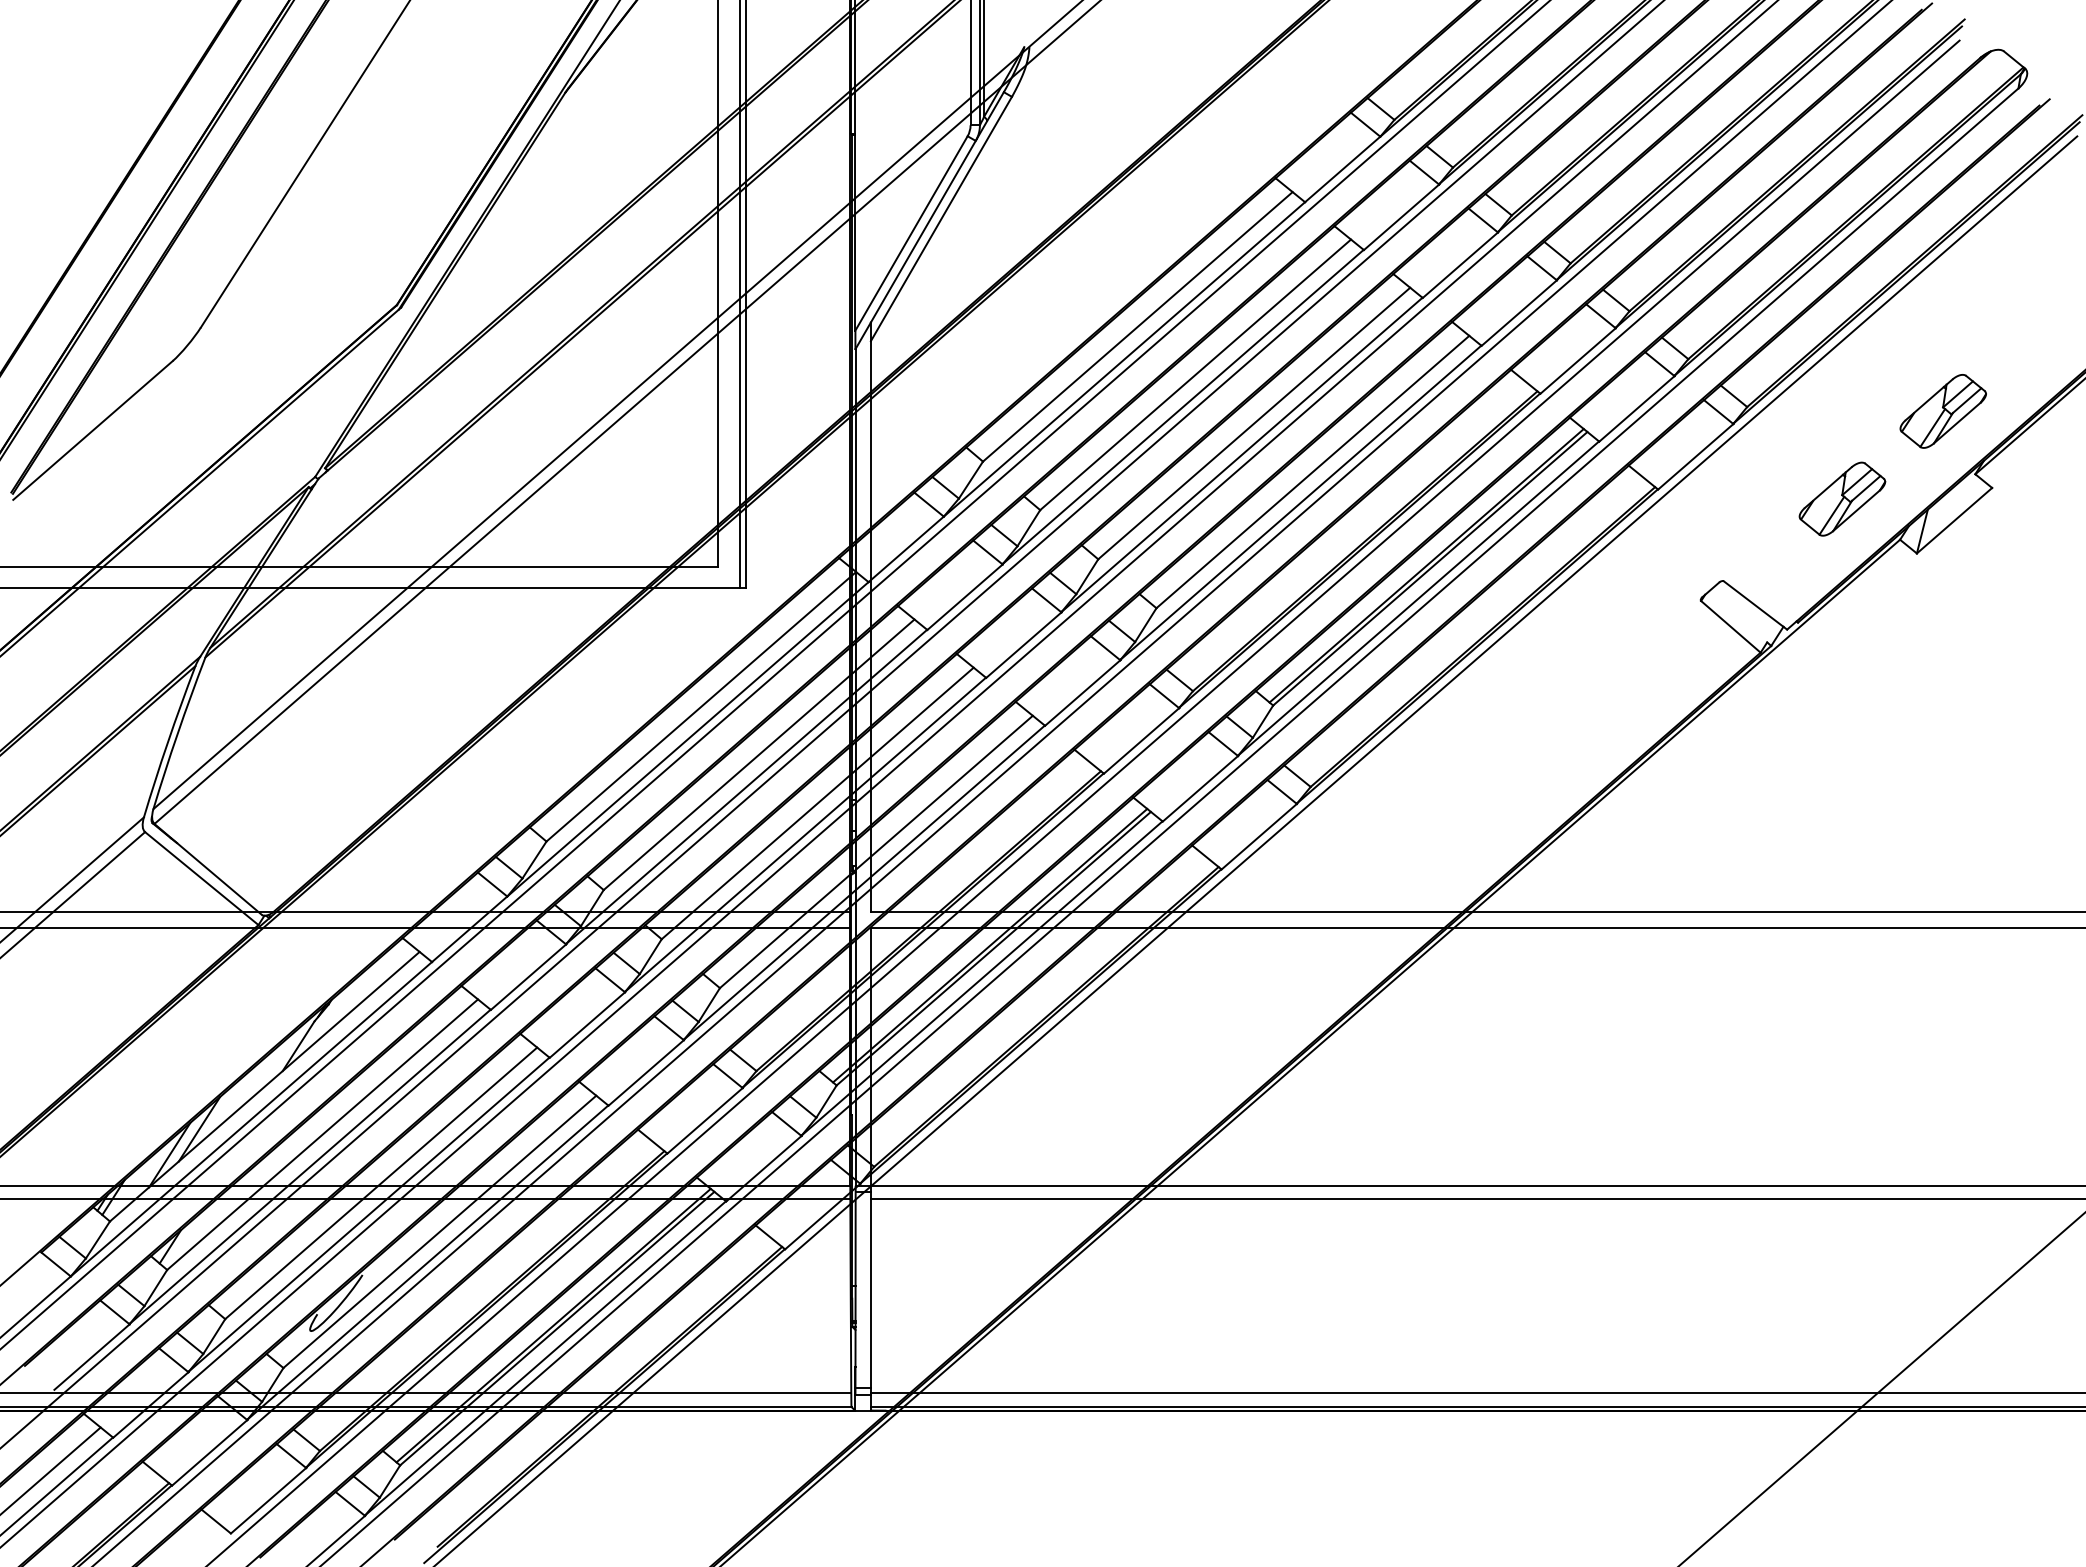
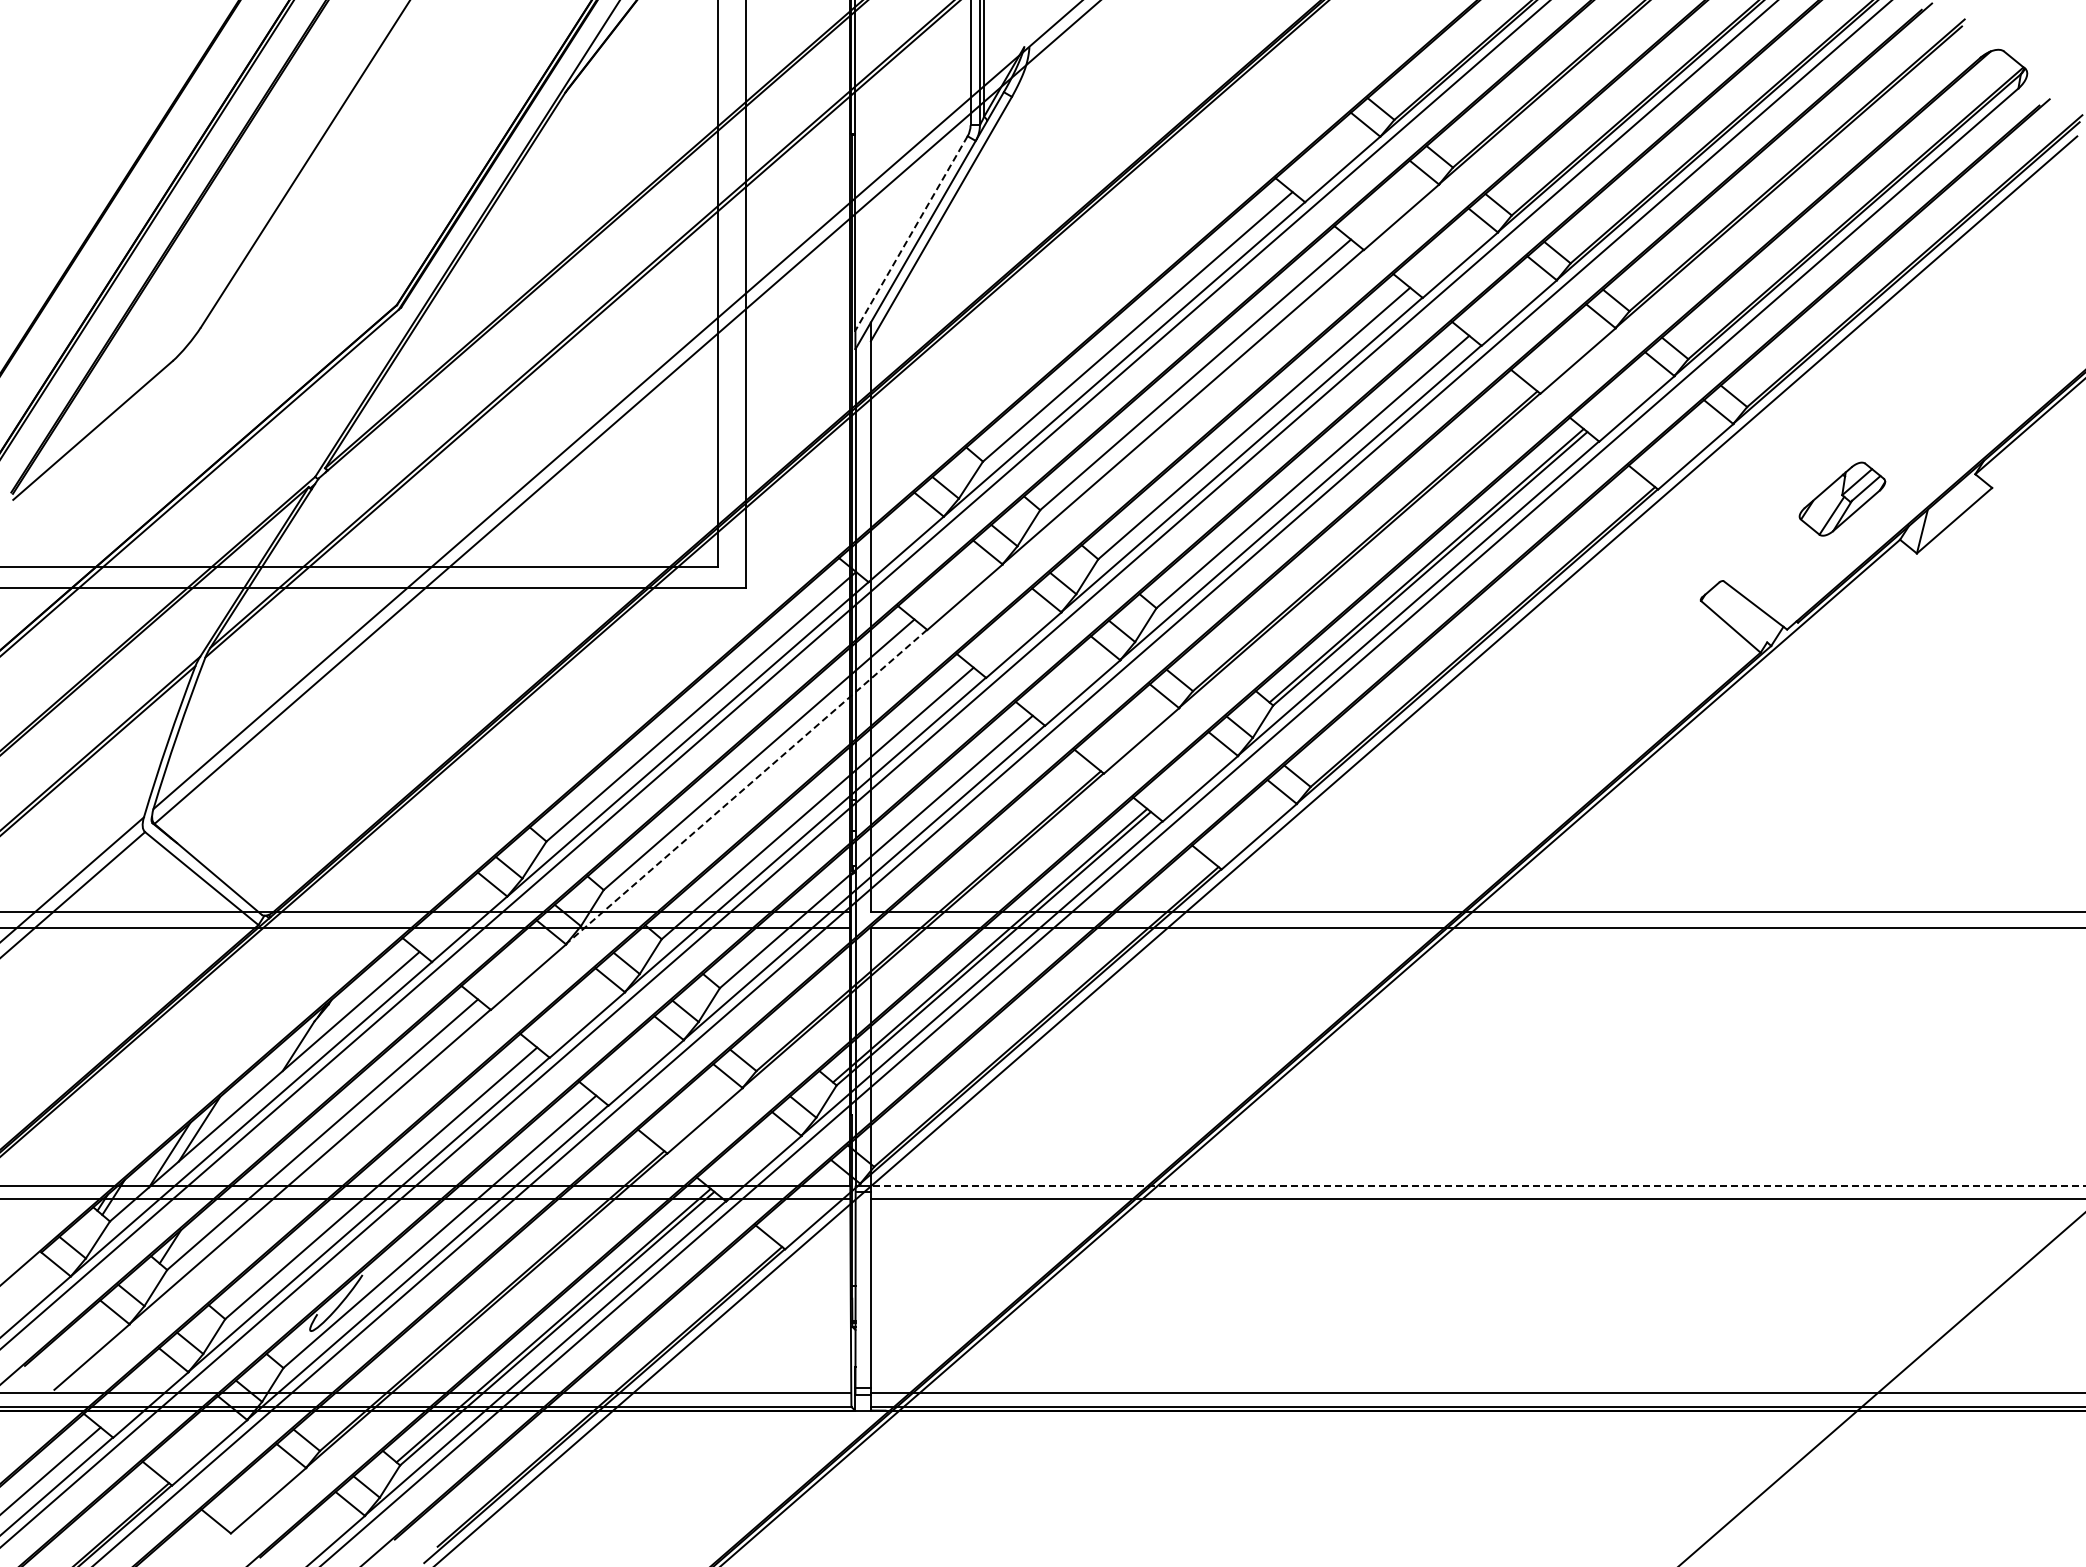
line at (911, 233): solid -> dashed
line at (740, 295): present -> none
part at (1942, 411): present -> none
line at (832, 724): present -> none
line at (746, 787): solid -> dashed
line at (1084, 801): present -> none
line at (1477, 1185): solid -> dashed
